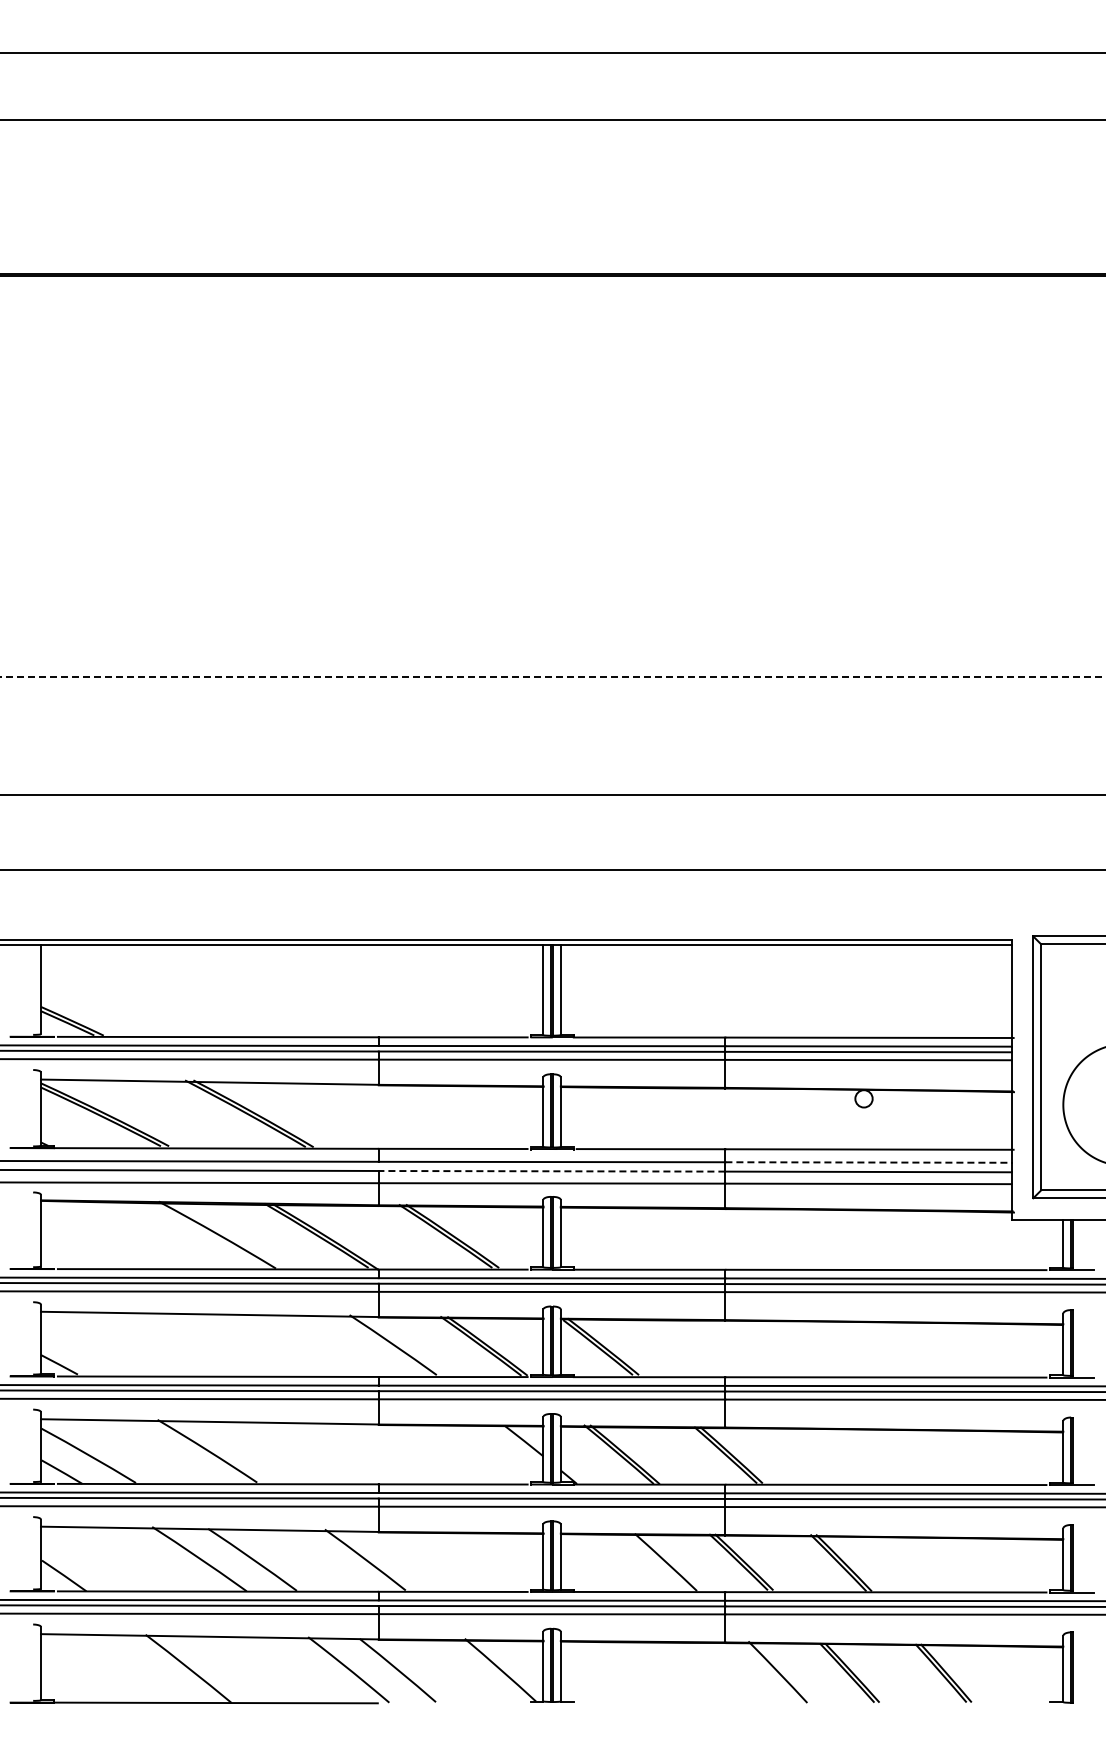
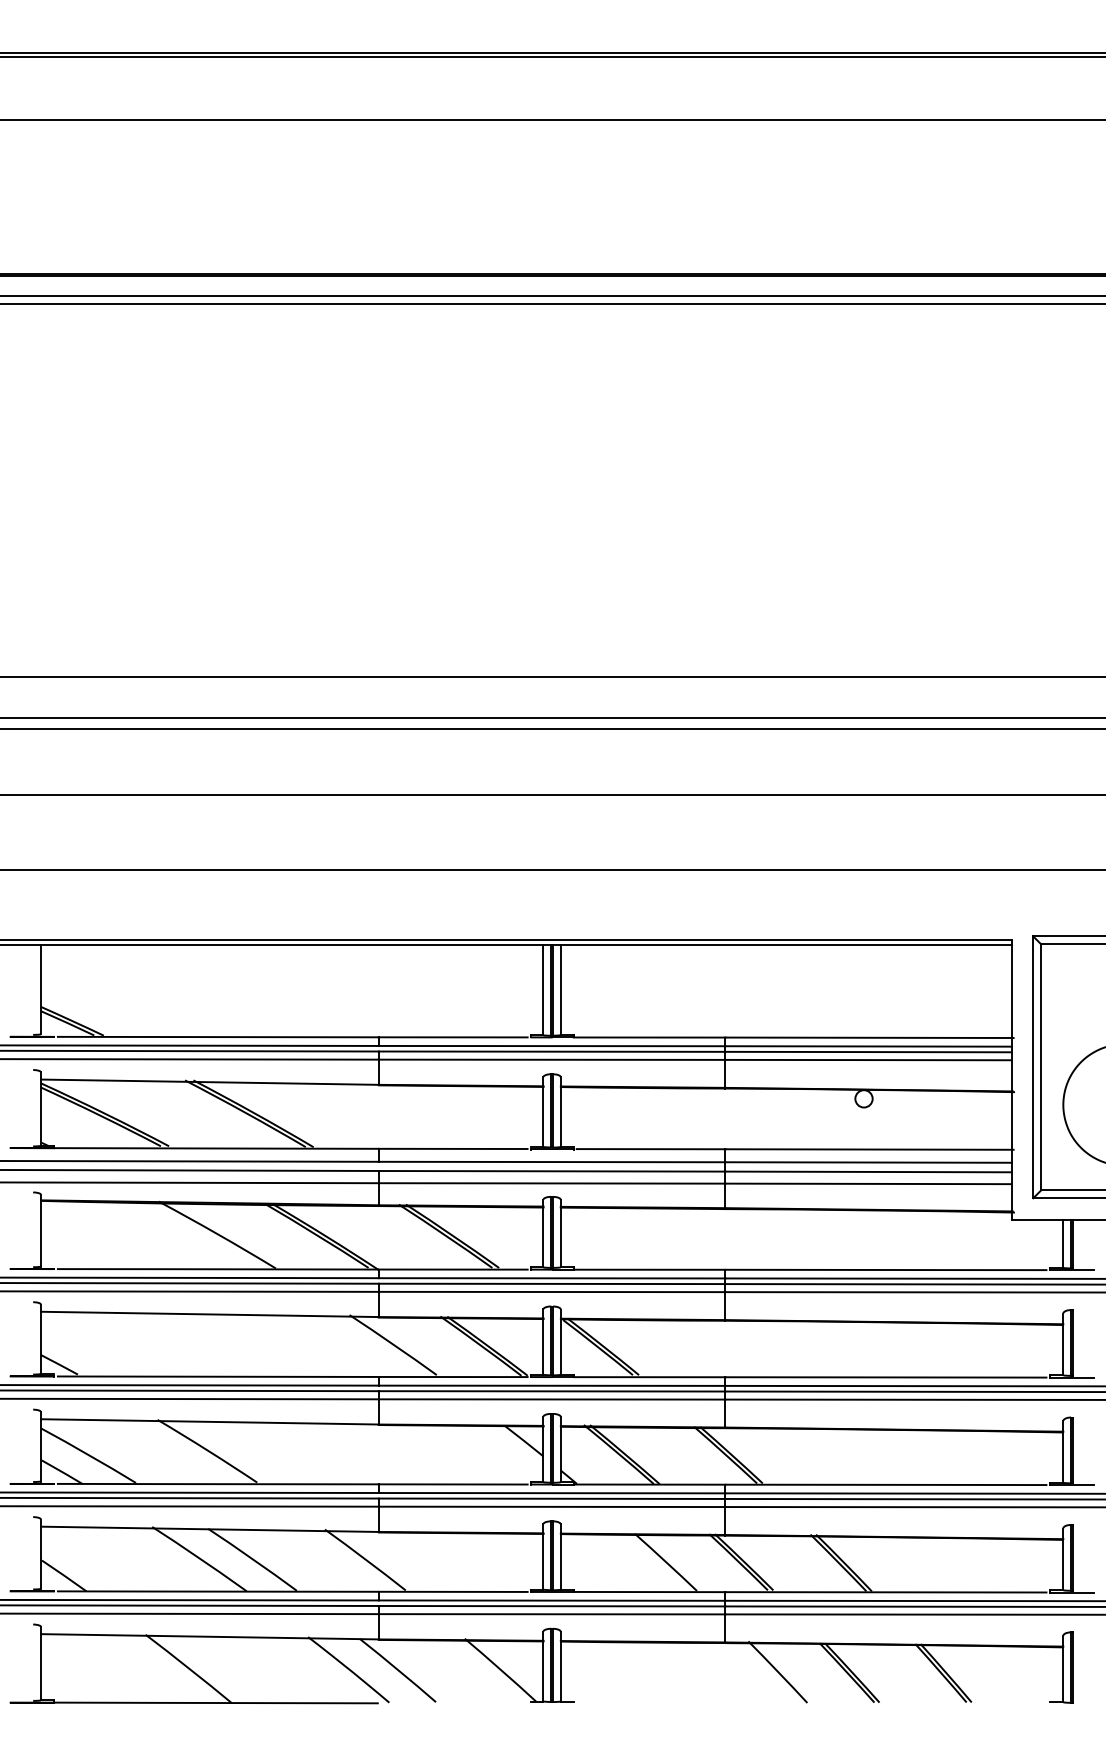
line at (552, 57): none -> present
line at (552, 295): none -> present
line at (552, 304): none -> present
line at (553, 677): dashed -> solid
line at (552, 717): none -> present
line at (552, 728): none -> present
line at (868, 1162): dashed -> solid
line at (551, 1171): dashed -> solid
